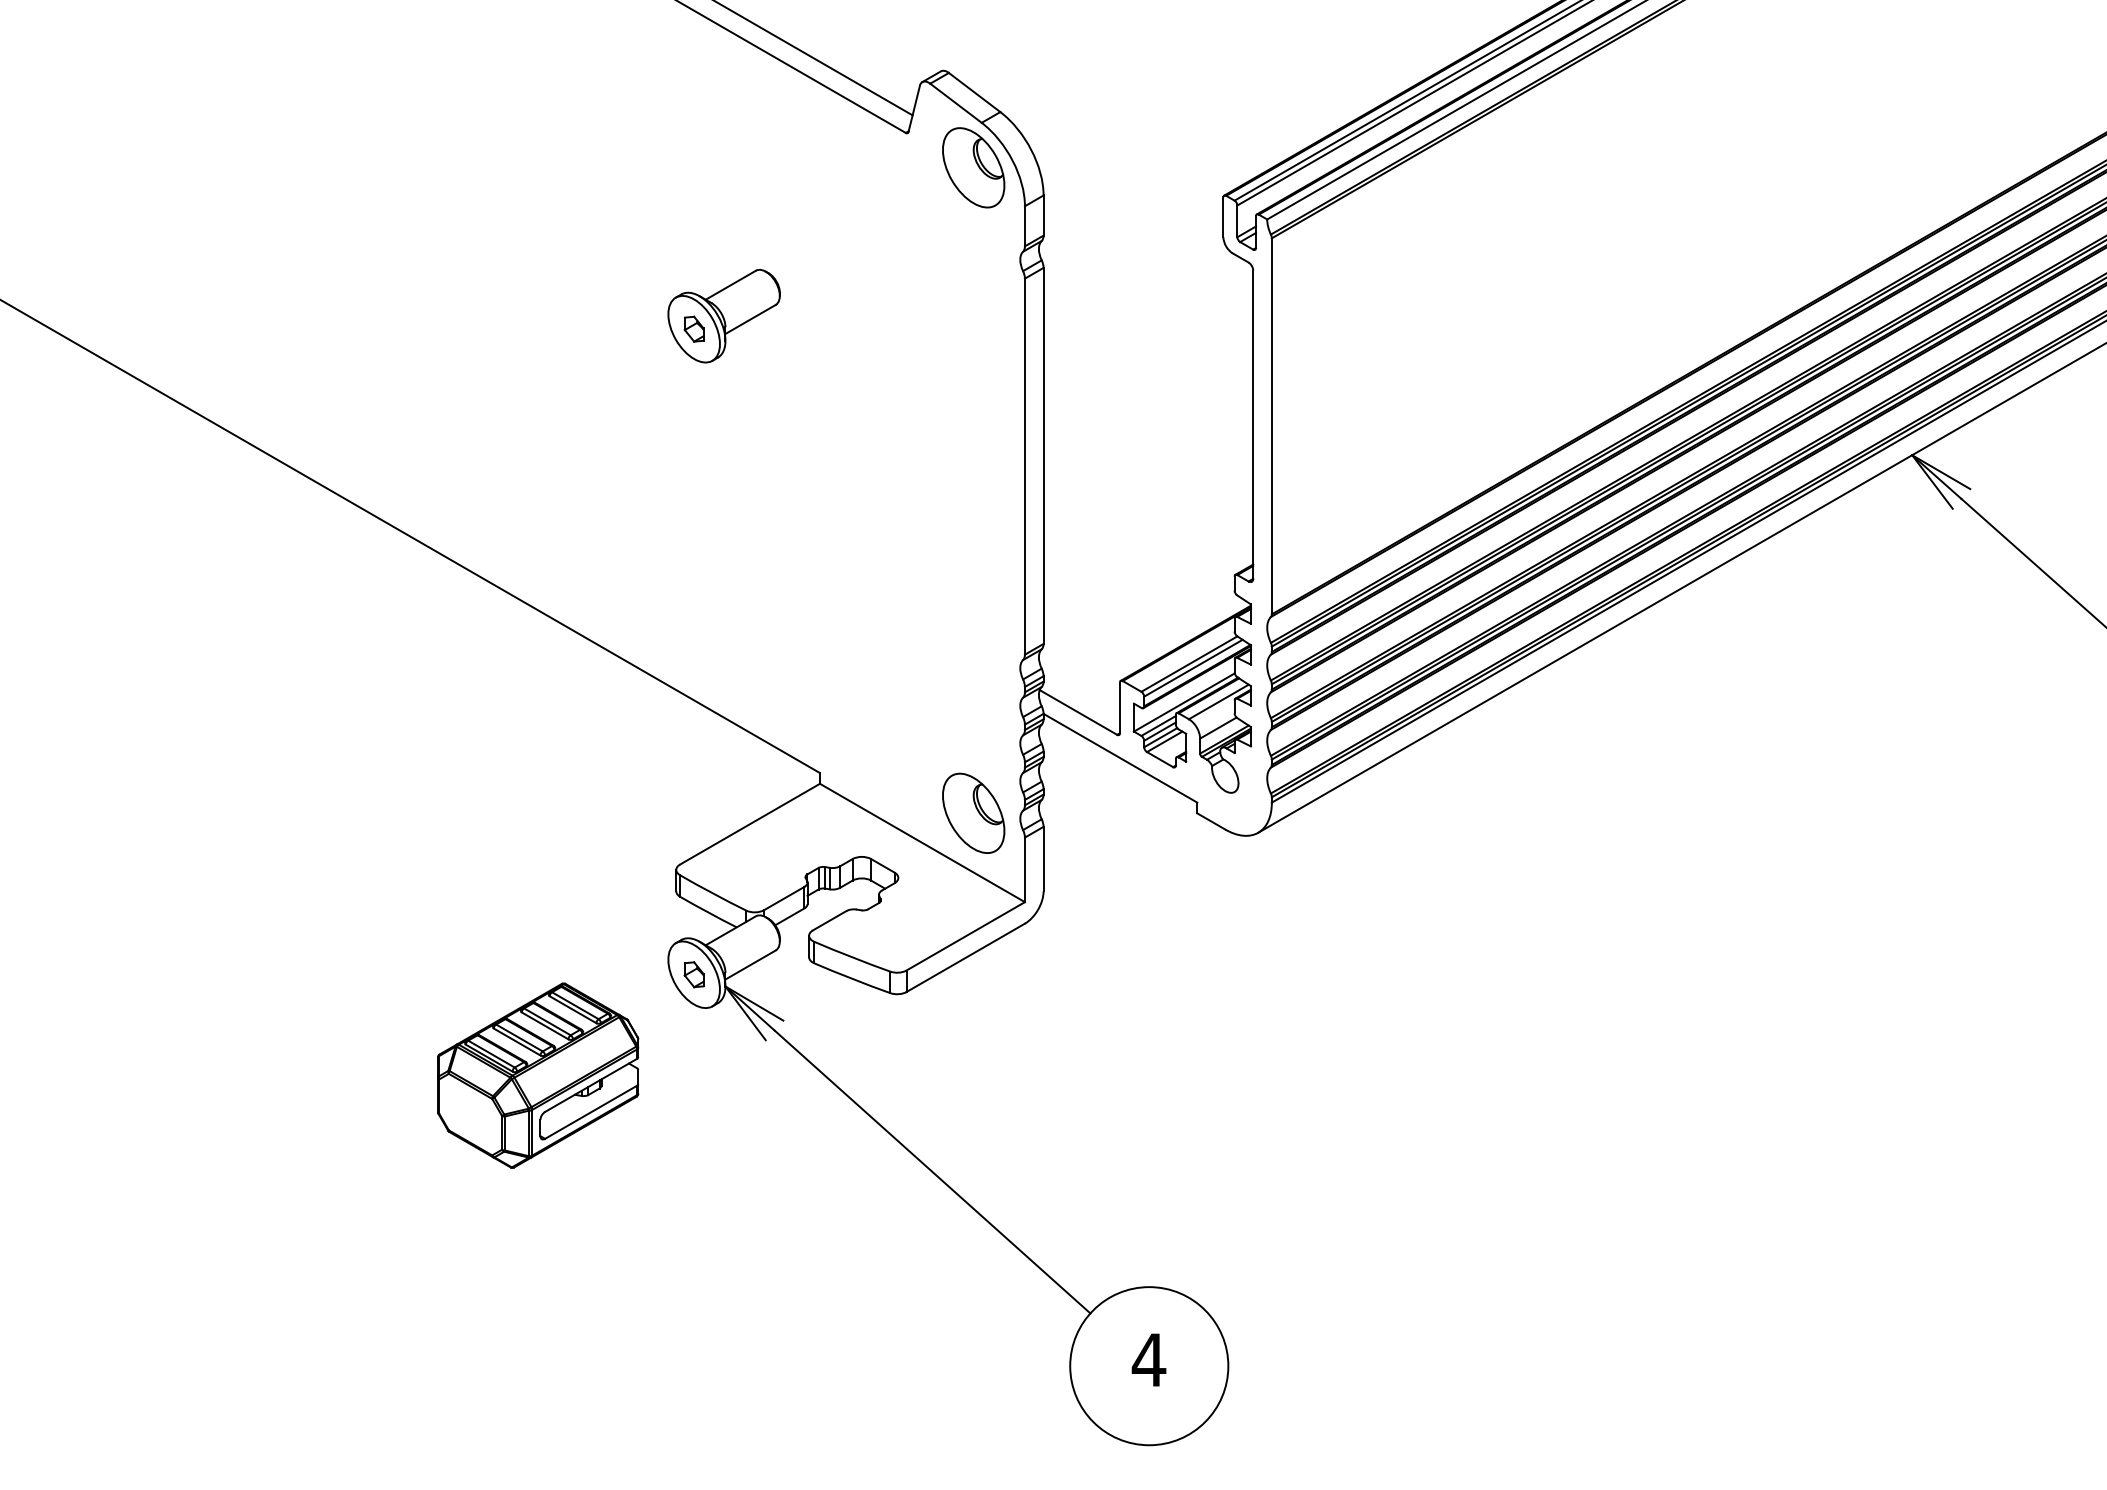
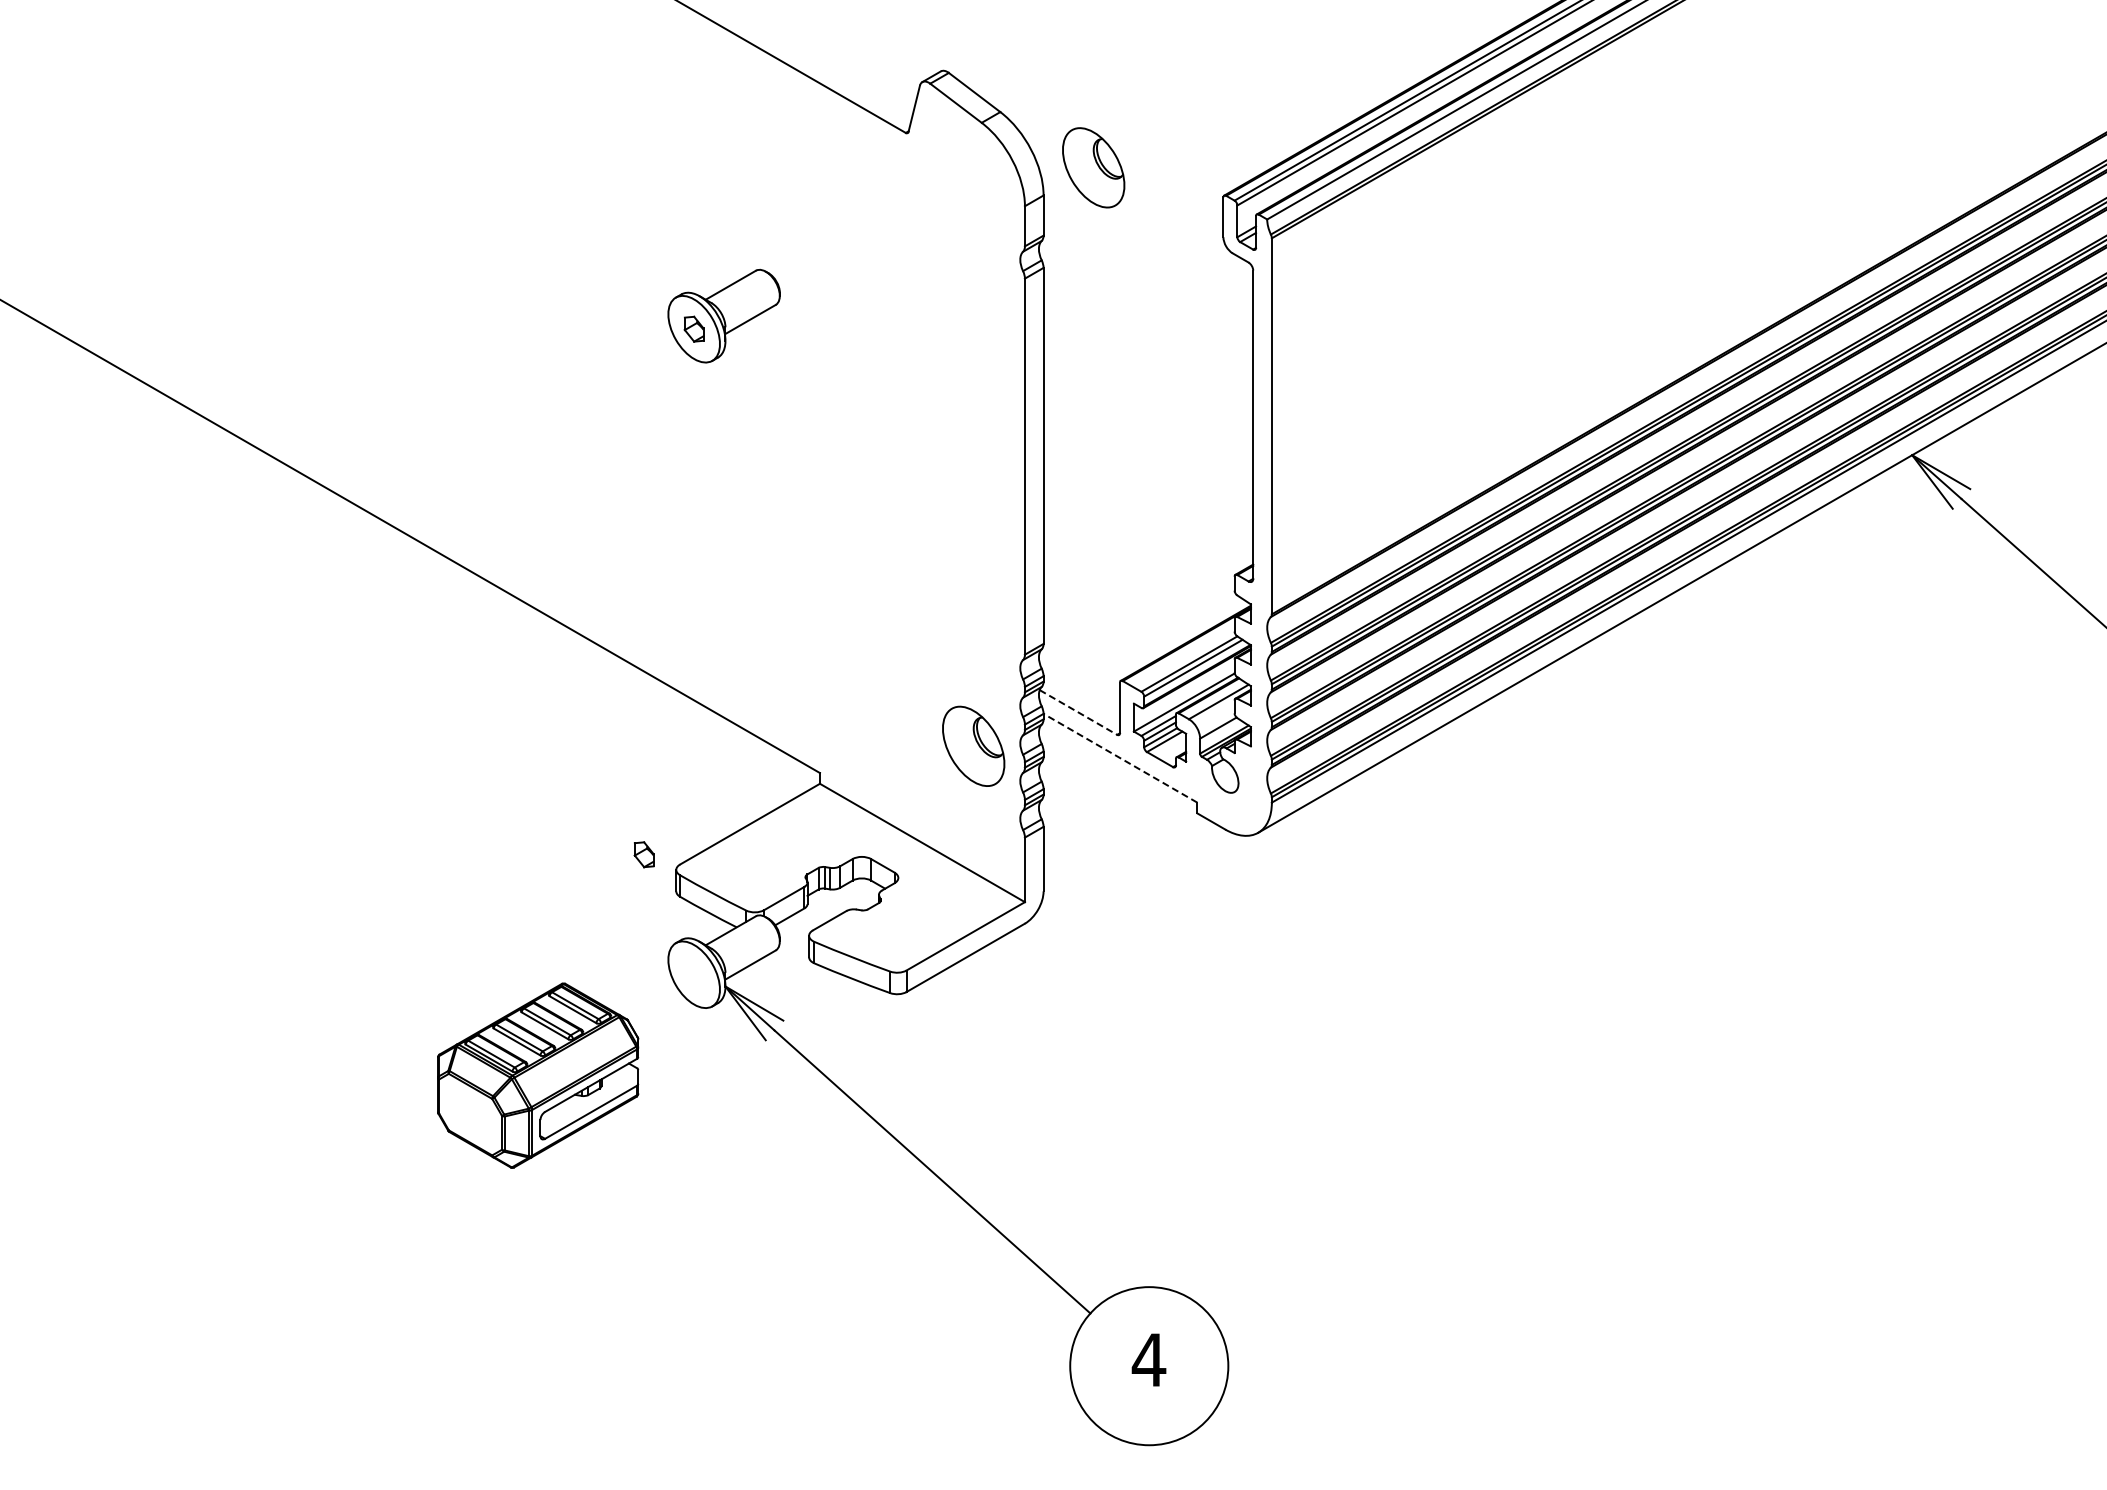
line at (814, 58): present -> none
part at (973, 167) position: (973, 167) -> (1093, 167)
line at (1078, 712): solid -> dashed
line at (1120, 758): solid -> dashed
part at (973, 812) position: (973, 812) -> (973, 745)
part at (693, 974) position: (693, 974) -> (643, 854)
